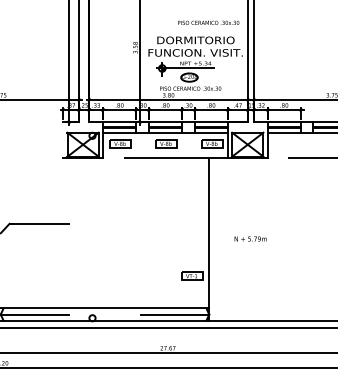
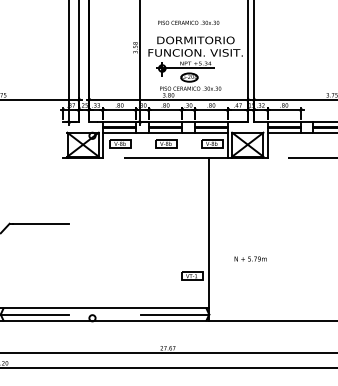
text at (208, 22) position: (208, 22) -> (188, 22)
text at (250, 238) position: (250, 238) -> (250, 258)
line at (168, 327): present -> none
